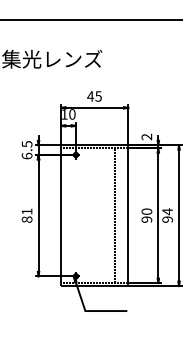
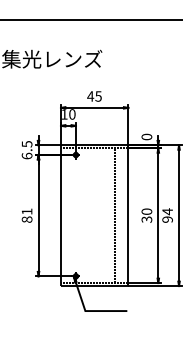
text at (146, 136): 2 -> 0
text at (146, 219): 90 -> 30
